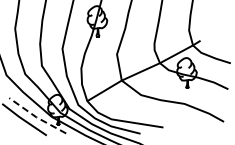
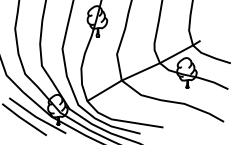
line at (36, 117): dashed -> solid
